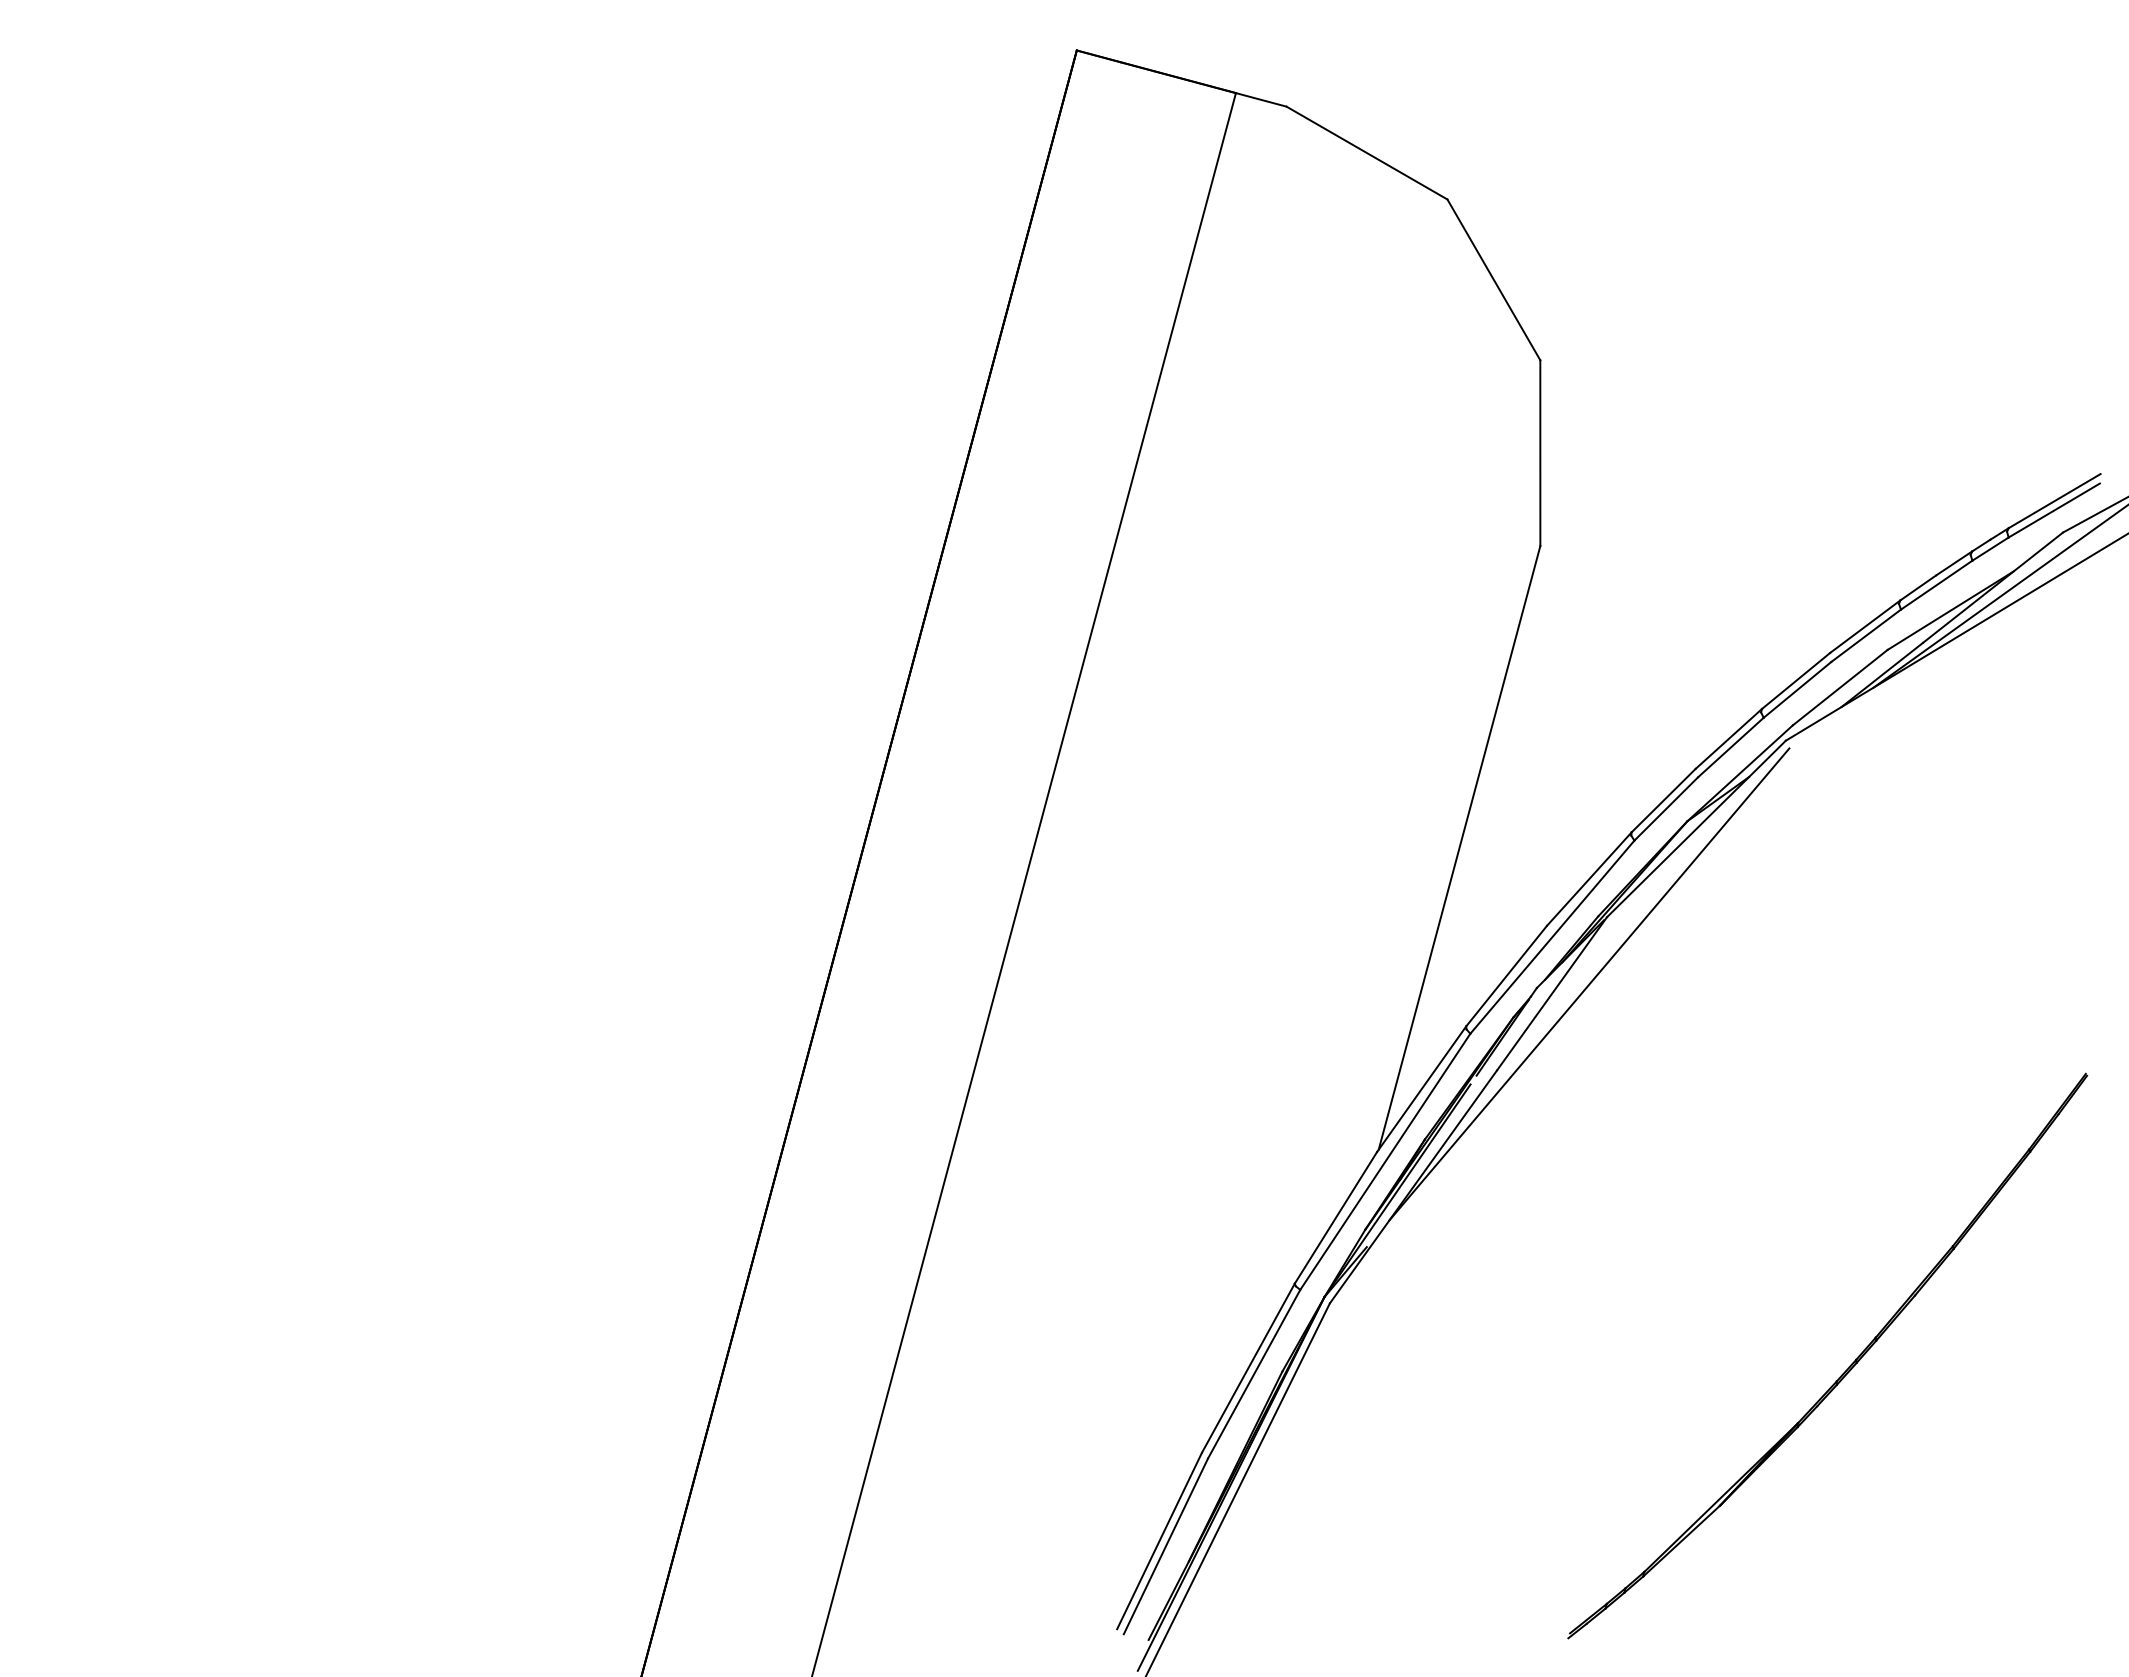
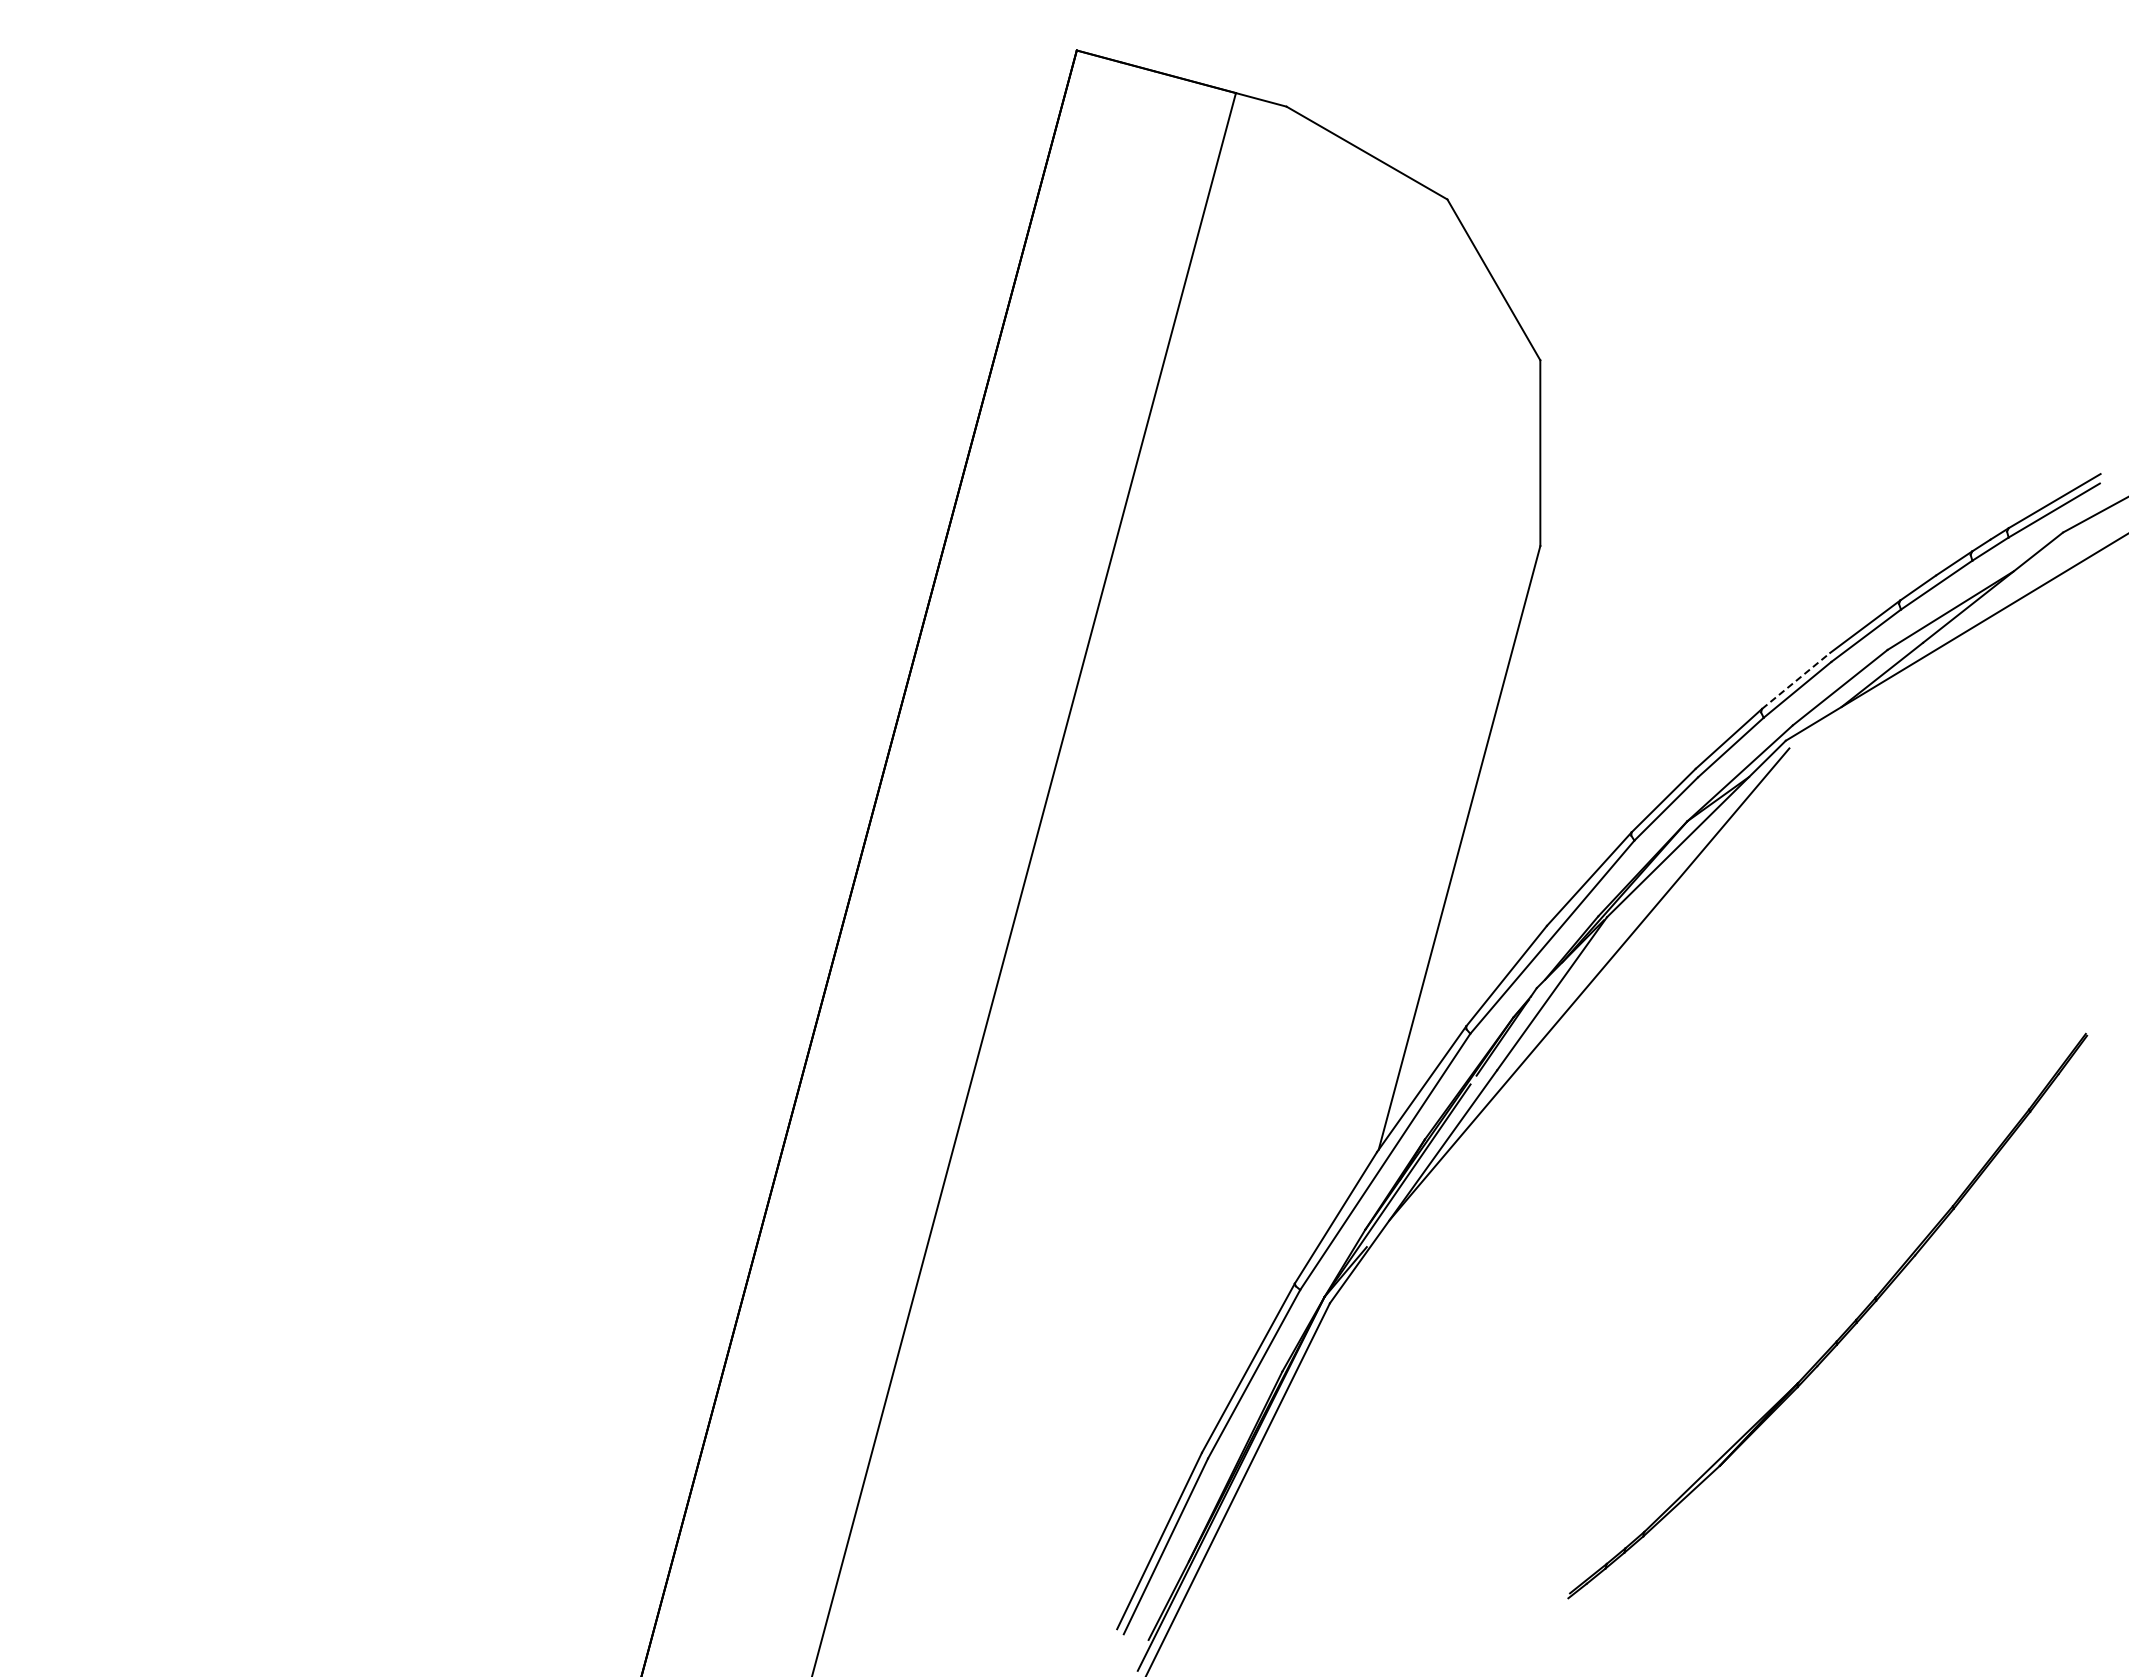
line at (1999, 596): present -> none
line at (1796, 680): solid -> dashed
part at (1844, 1371) position: (1844, 1371) -> (1844, 1331)
